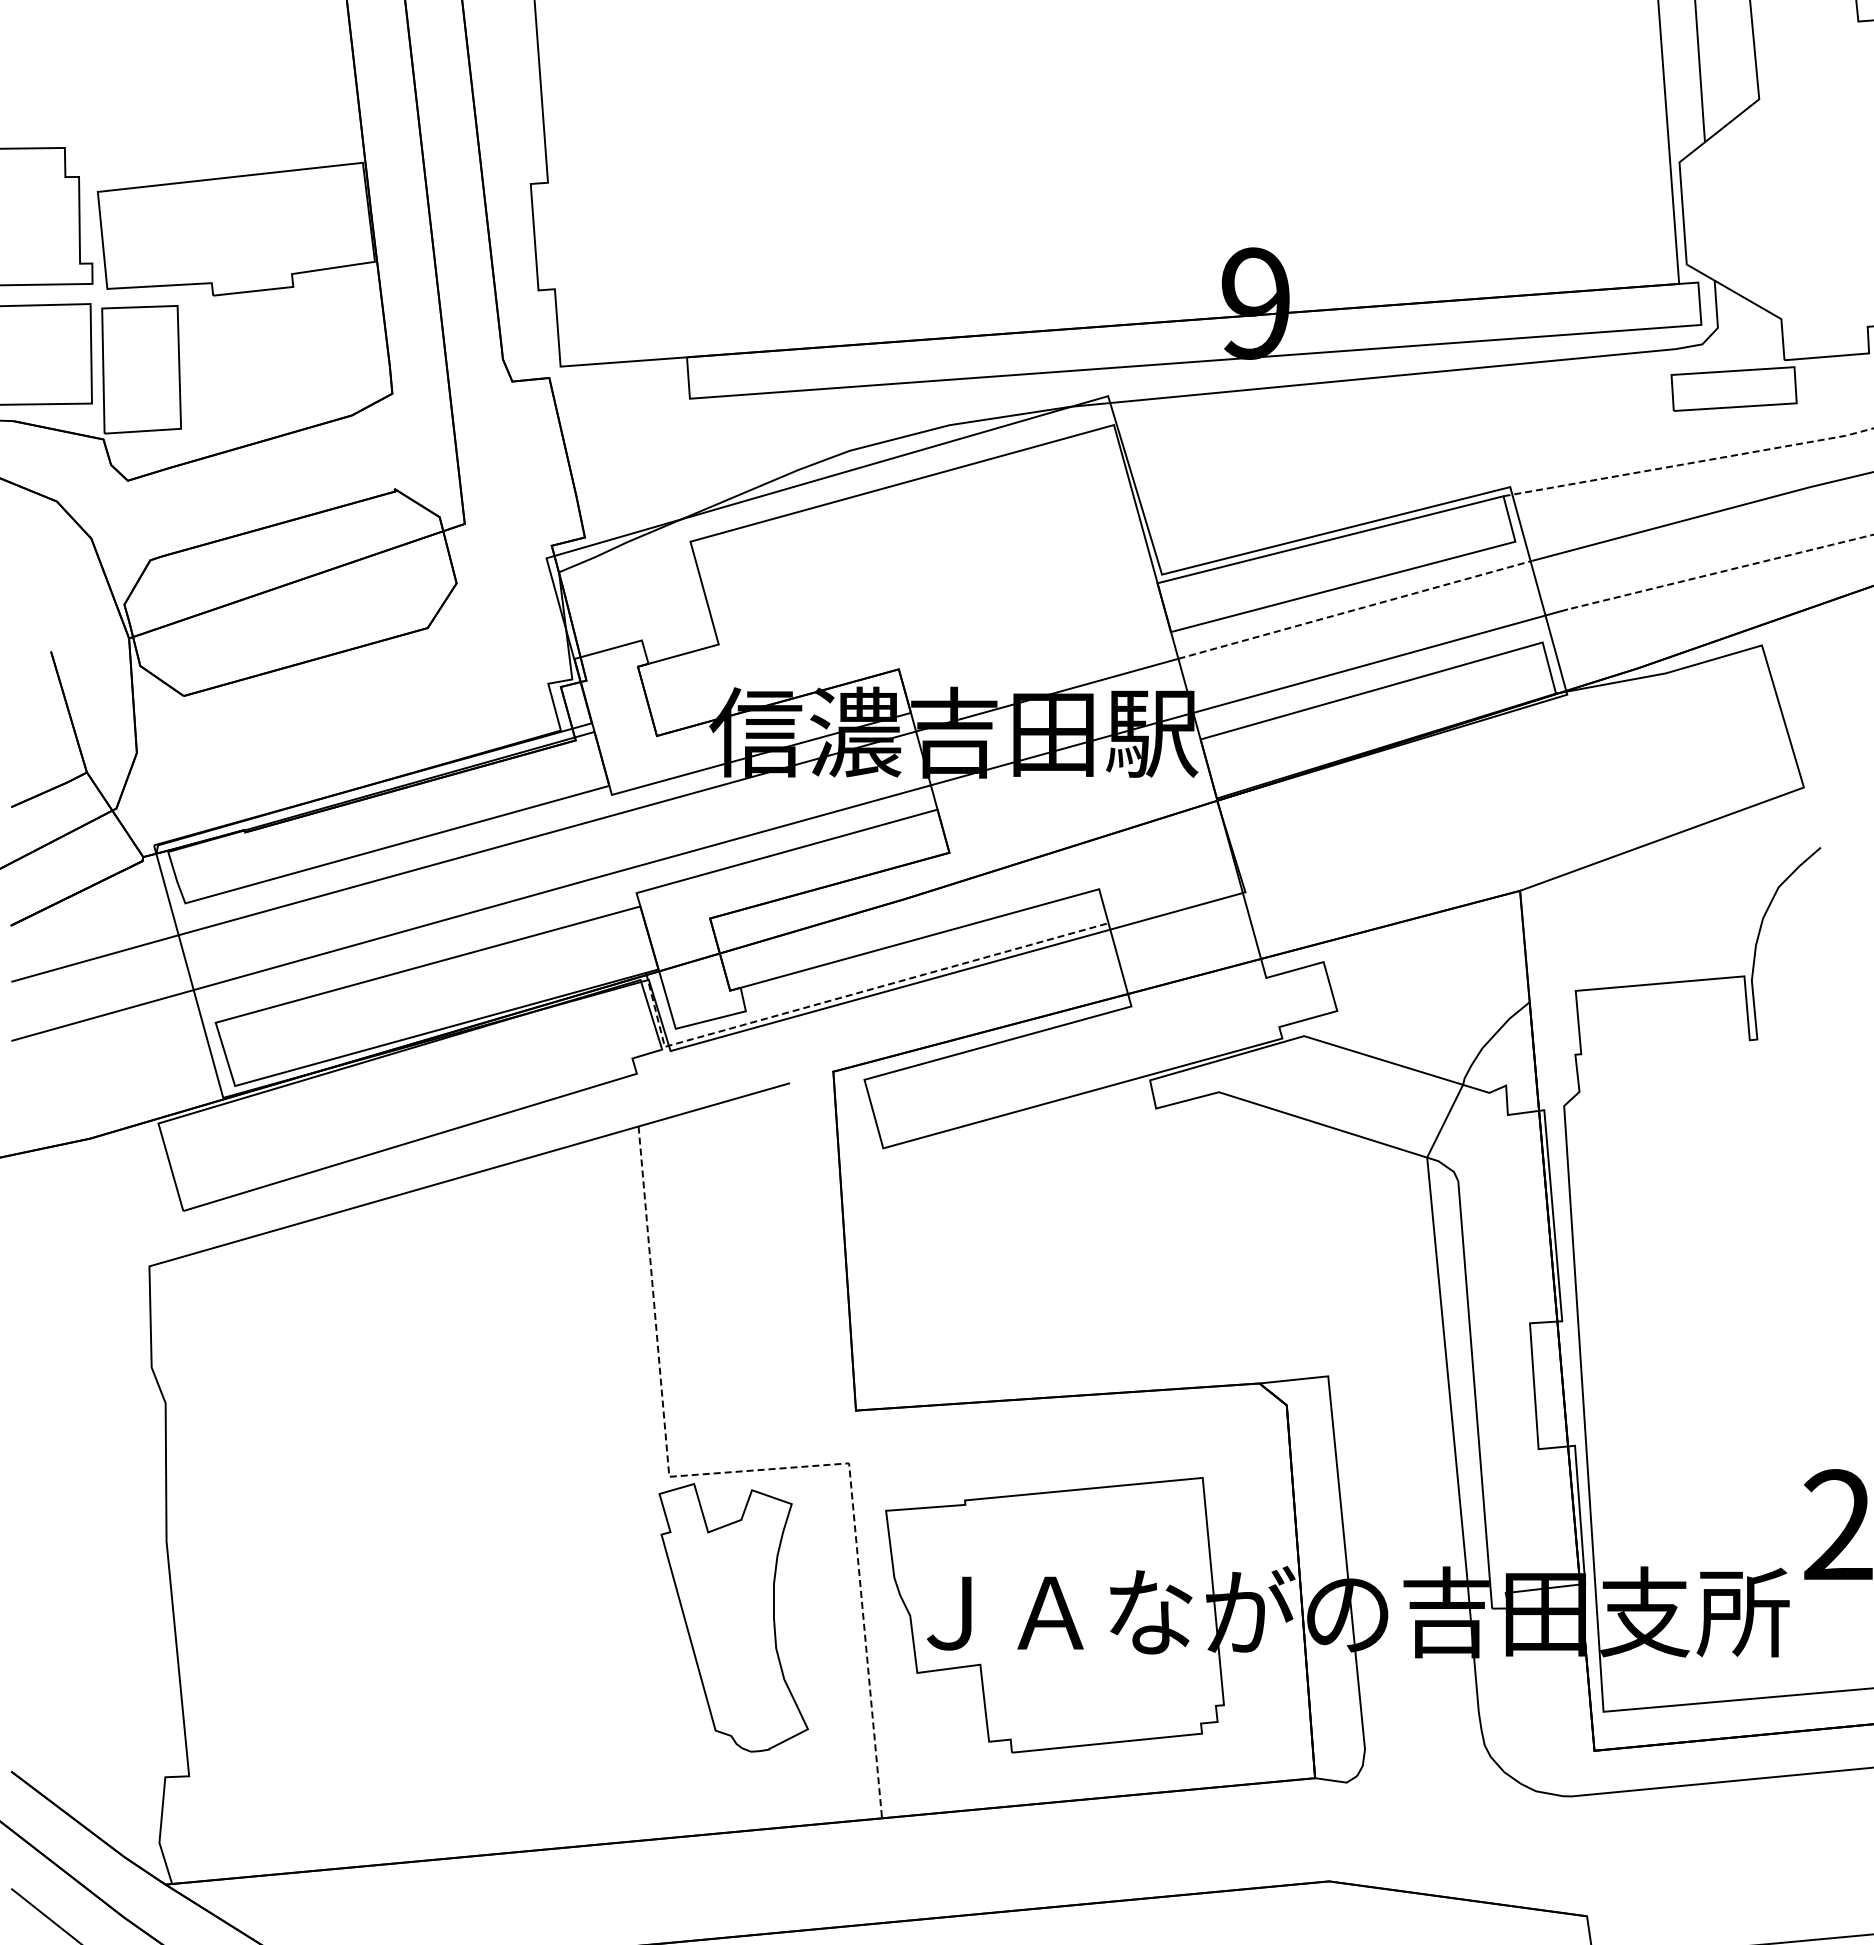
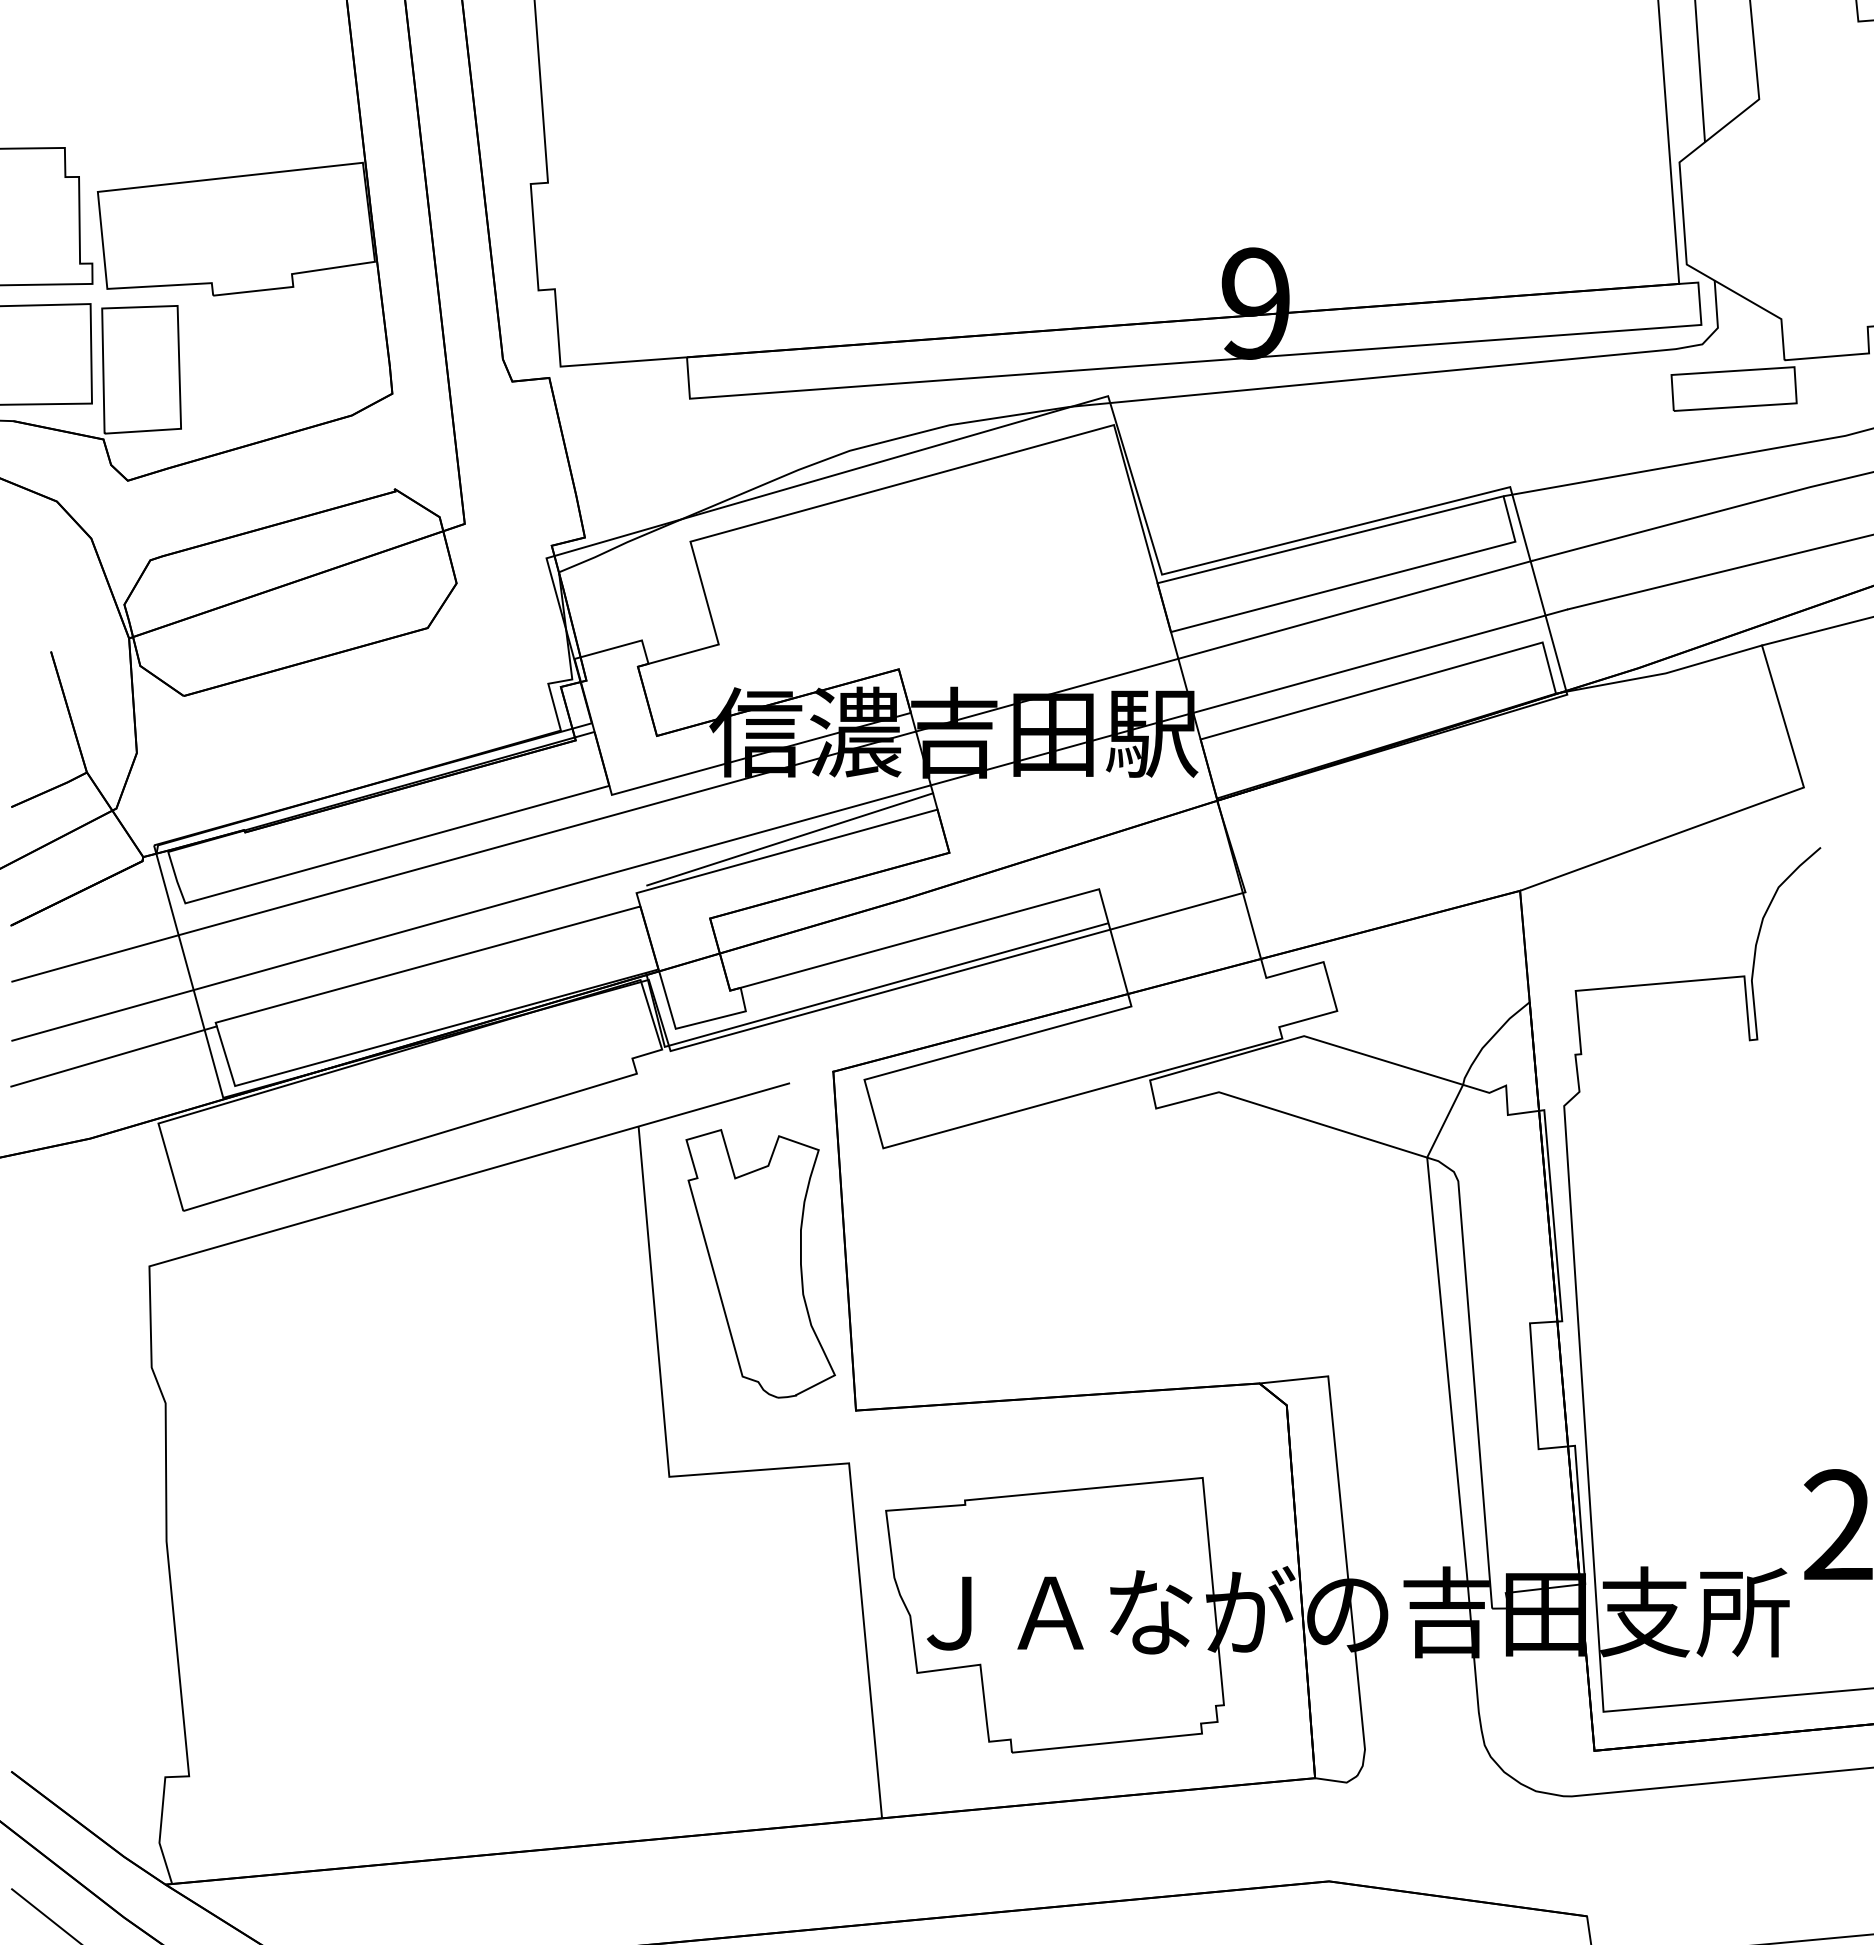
line at (1689, 463): dashed -> solid
line at (1720, 572): dashed -> solid
line at (1355, 609): dashed -> solid
line at (1816, 631): none -> present
line at (790, 839): none -> present
line at (849, 995): dashed -> solid
line at (113, 1056): none -> present
line at (761, 1469): dashed -> solid
part at (733, 1617) position: (733, 1617) -> (760, 1263)
